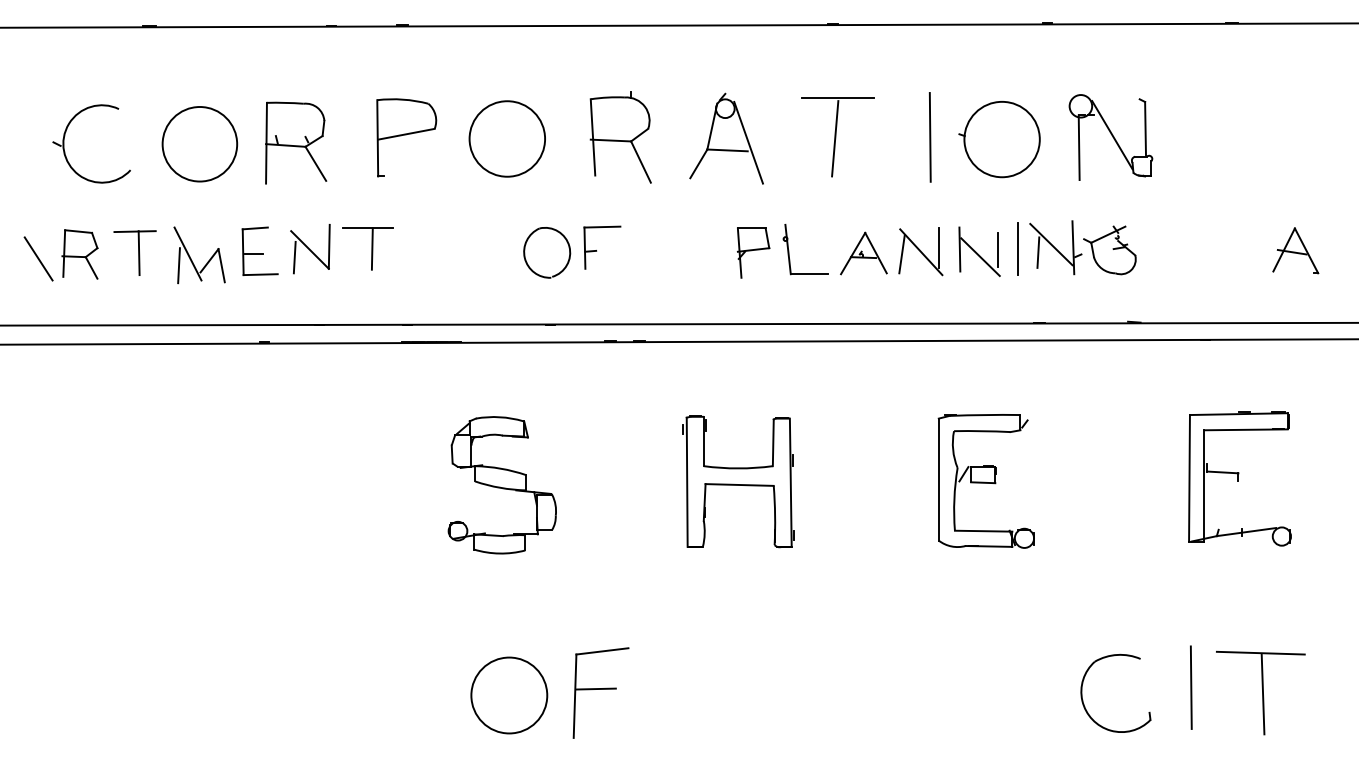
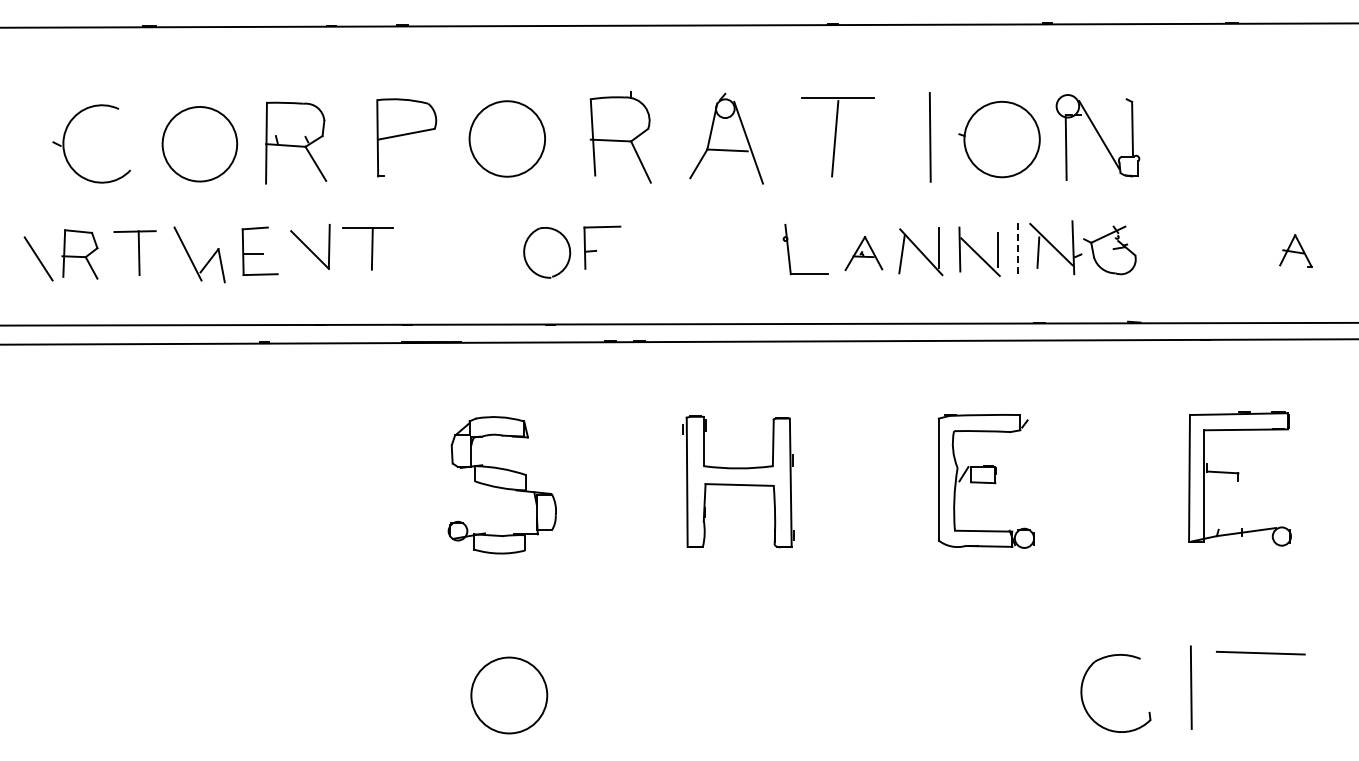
part at (1110, 137) position: (1110, 137) -> (1097, 137)
line at (1017, 249): solid -> dashed
part at (1295, 250) size: 48x48 px -> 34x34 px
part at (753, 252): present -> none
part at (863, 253) size: 48x45 px -> 40x36 px
line at (294, 257): present -> none
line at (178, 265): present -> none
part at (600, 692): present -> none
line at (1262, 694): present -> none
